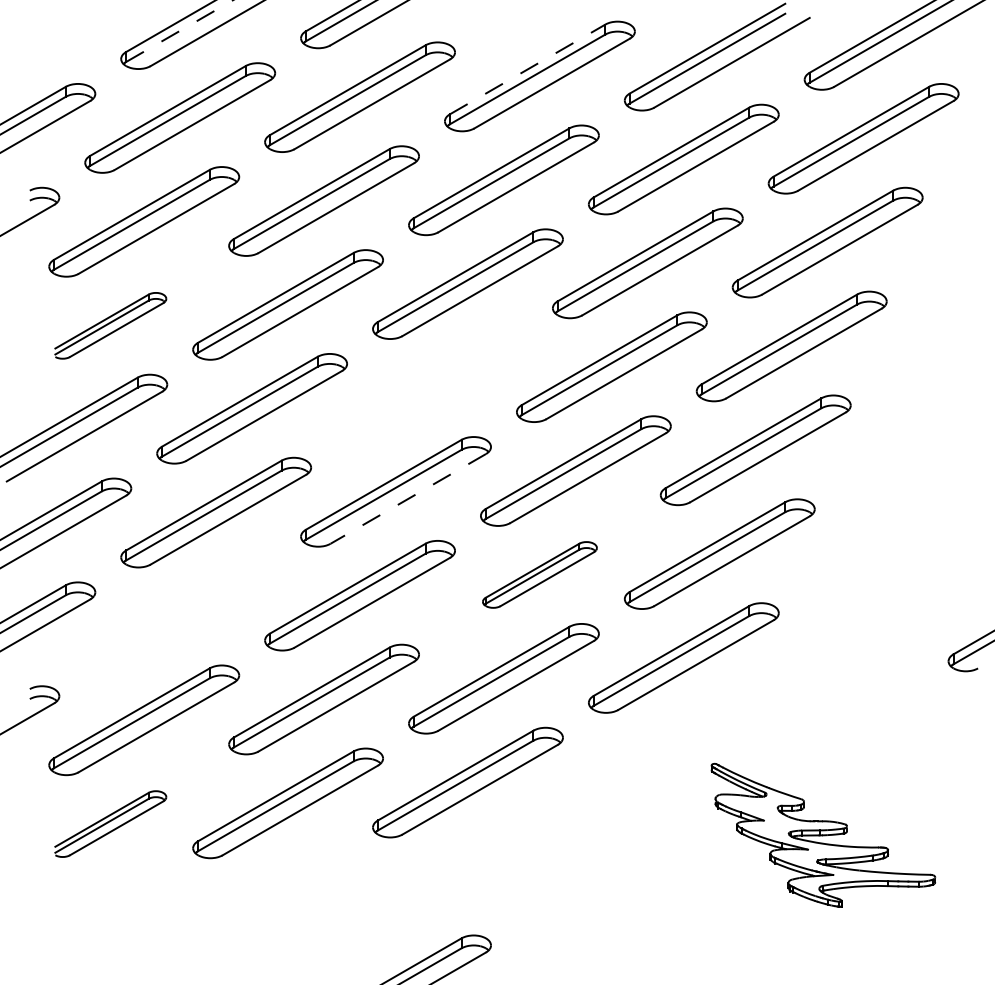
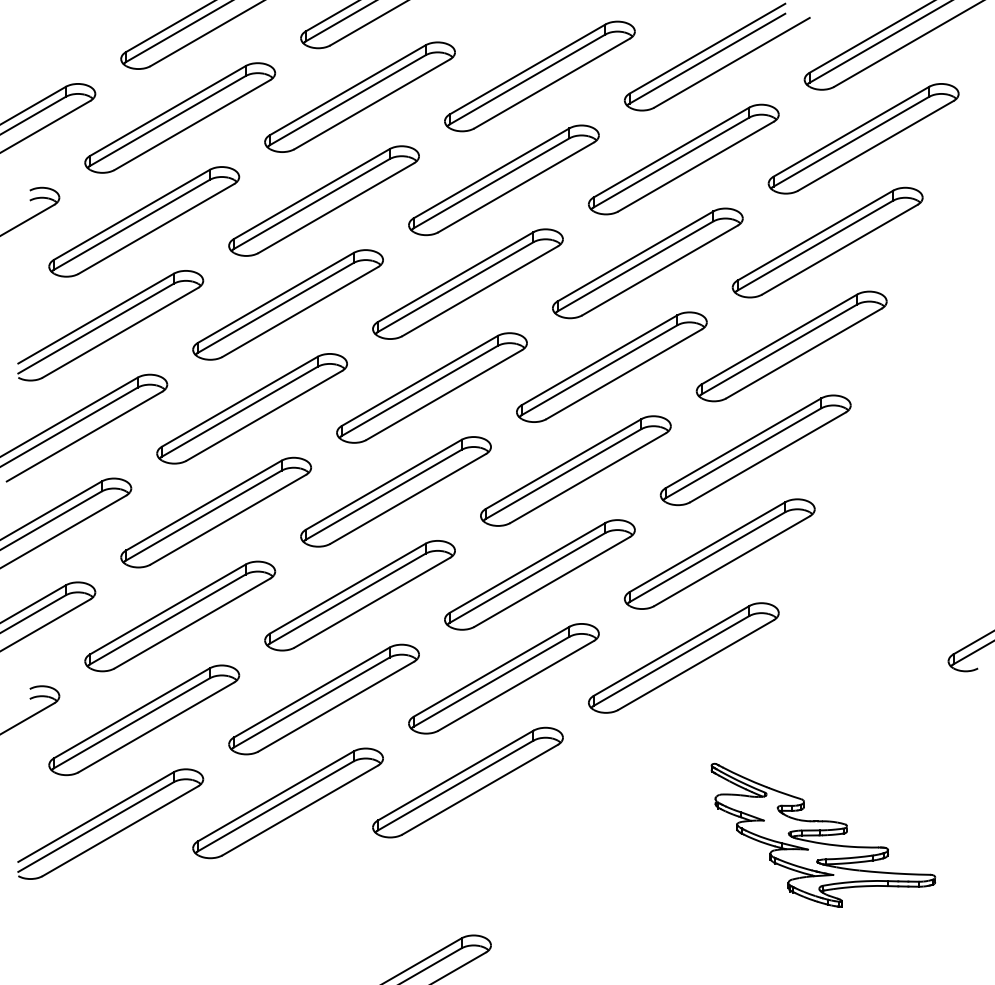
line at (179, 31): dashed -> solid
line at (527, 69): dashed -> solid
part at (110, 325) size: 114x68 px -> 188x112 px
part at (431, 387): none -> present
line at (408, 498): dashed -> solid
part at (539, 574) size: 116x68 px -> 192x112 px
part at (180, 616): none -> present
part at (110, 823) size: 114x68 px -> 188x112 px
